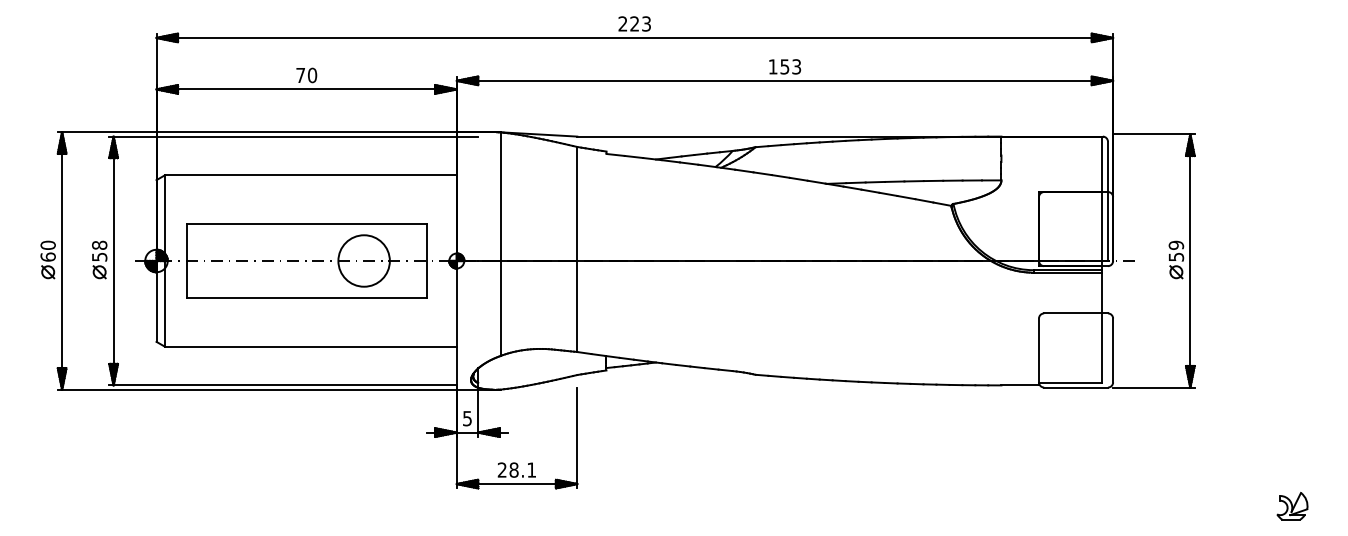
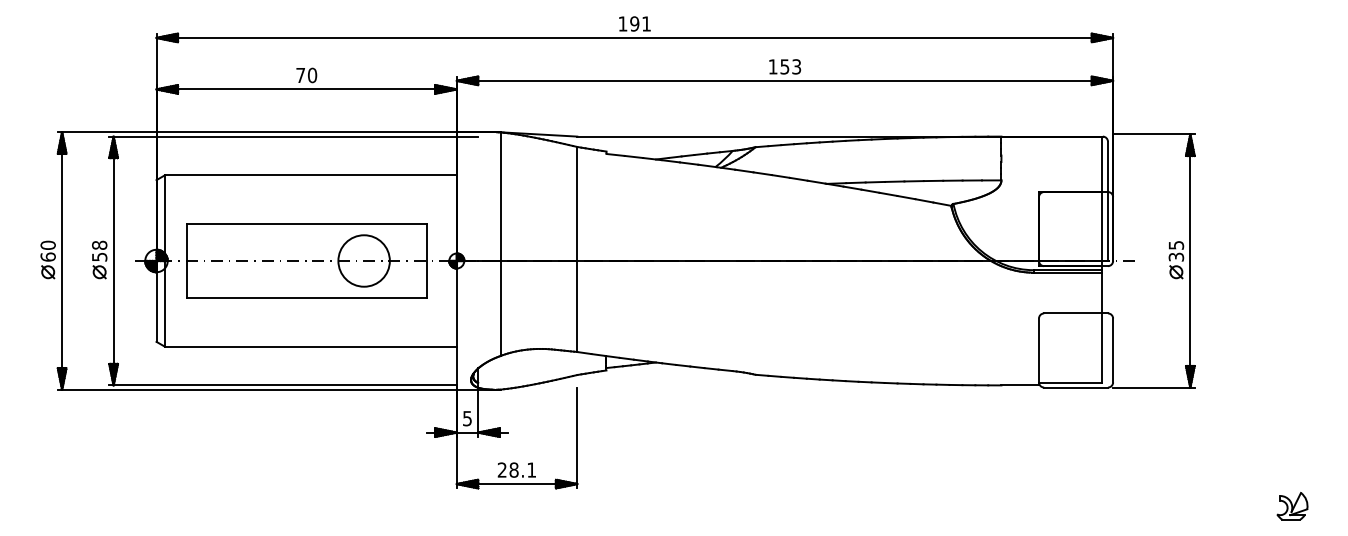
text at (634, 23): 223 -> 191
text at (1175, 250): 59 -> 35
